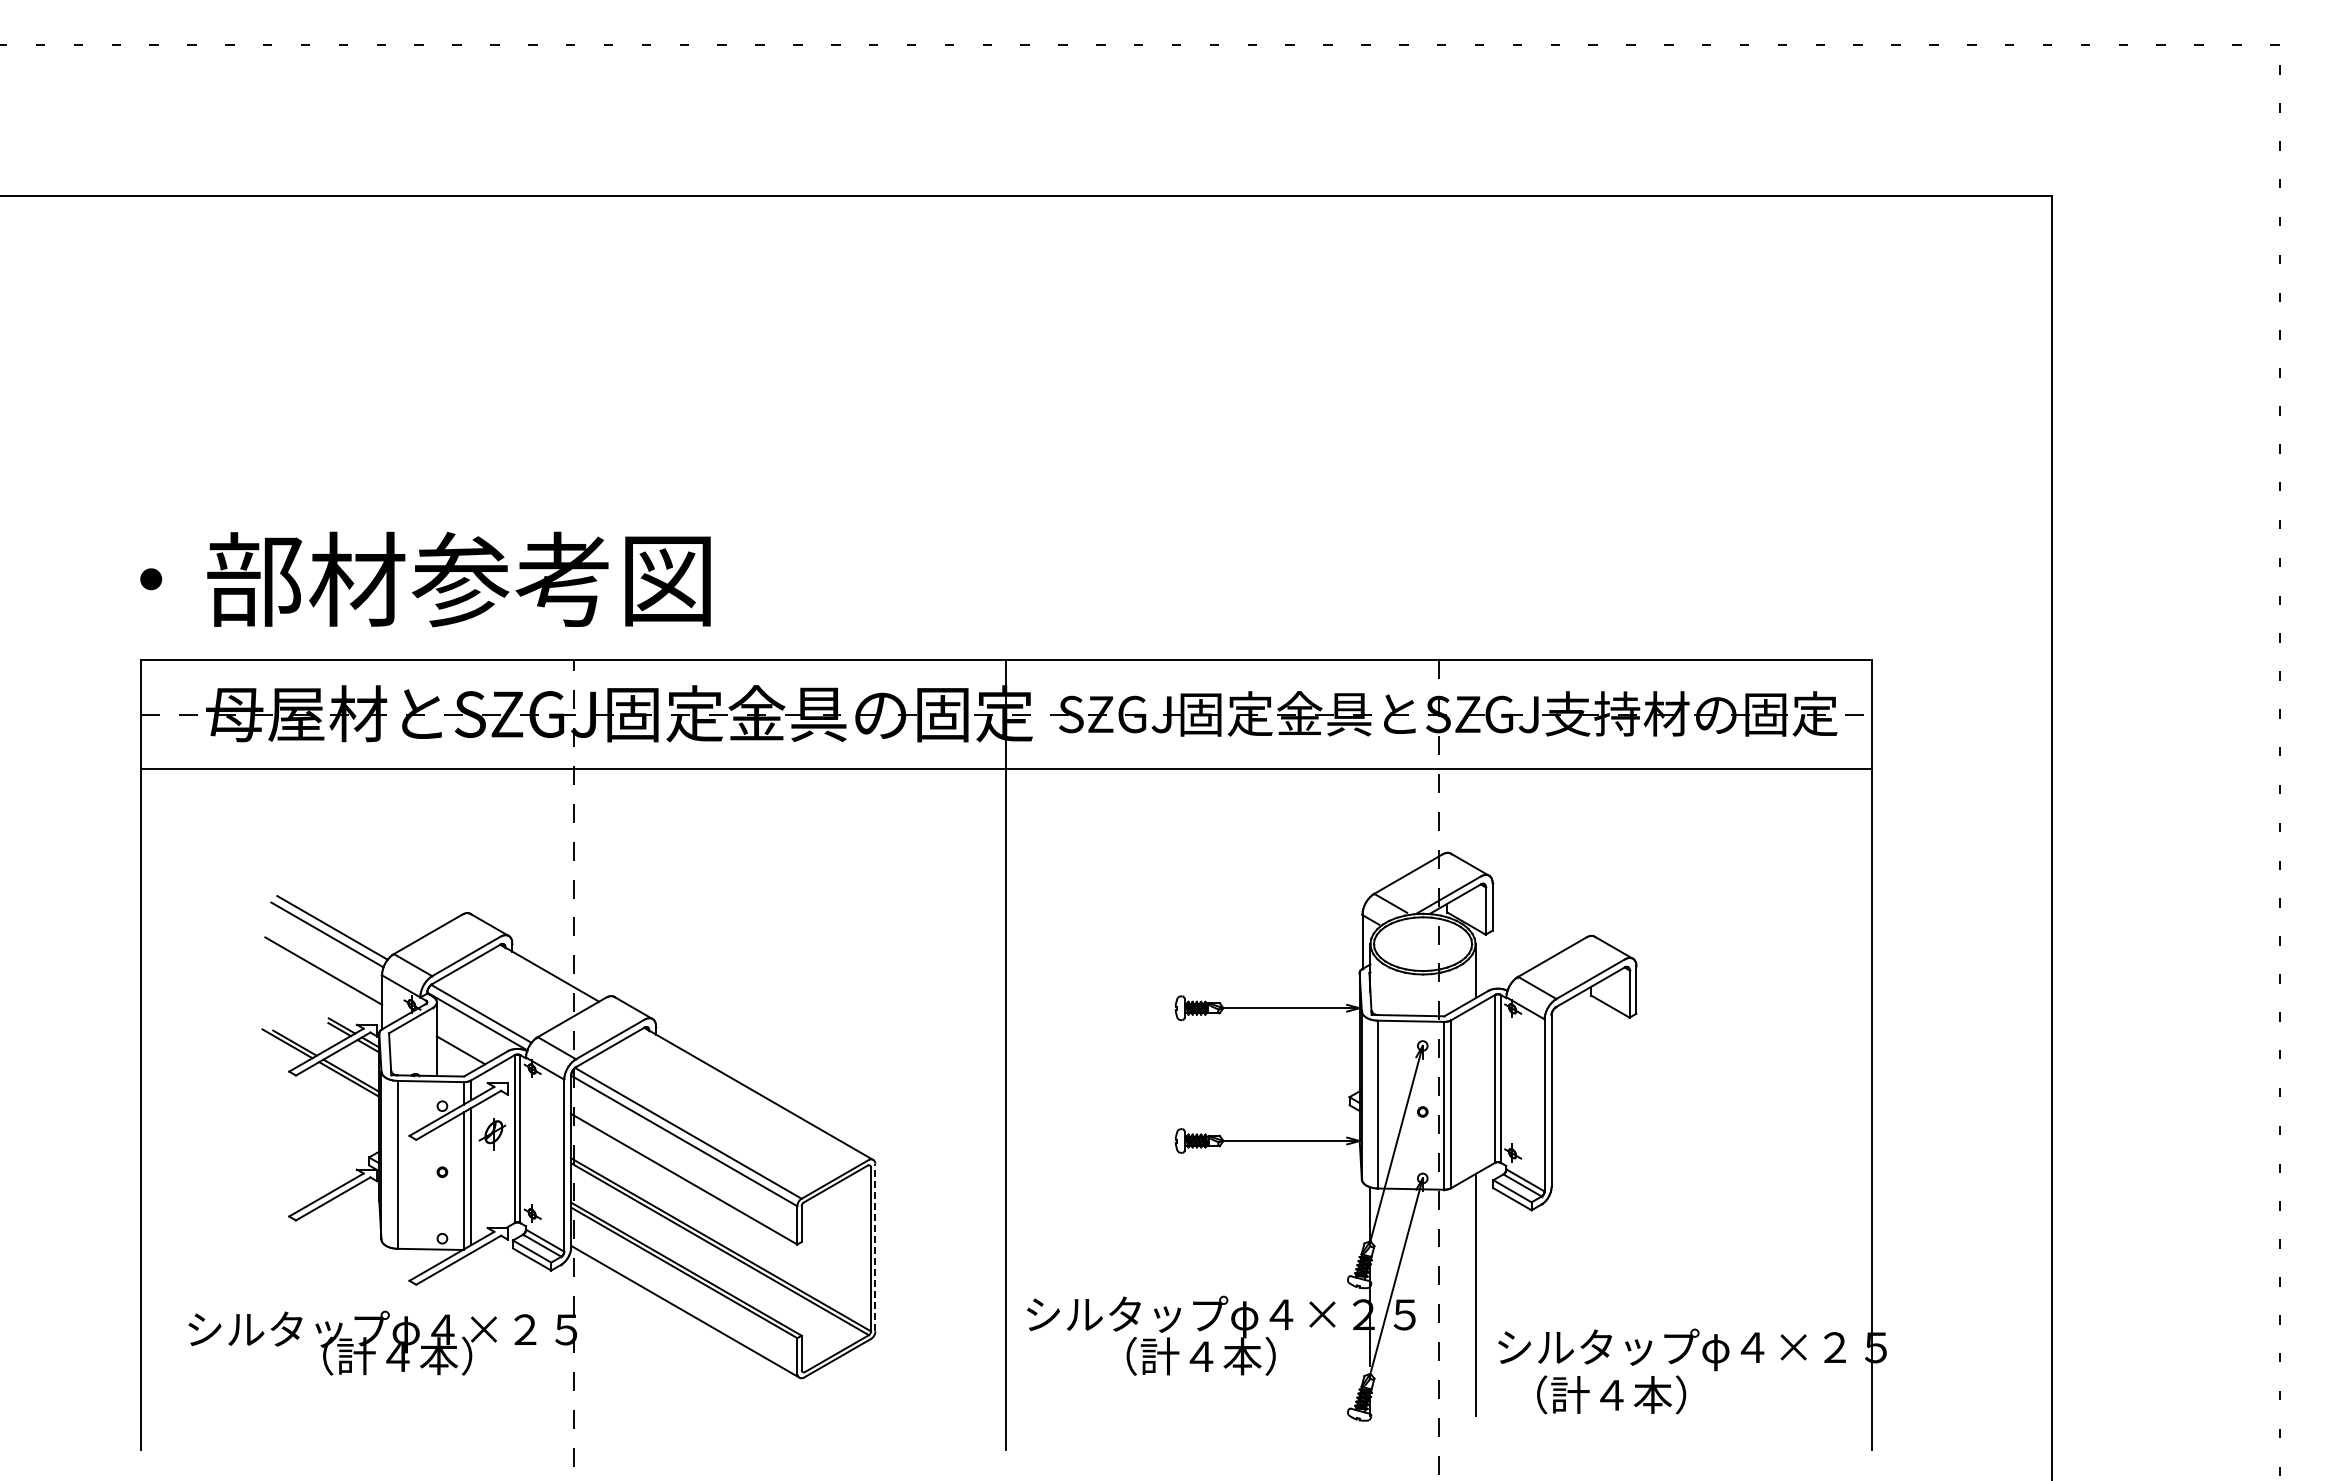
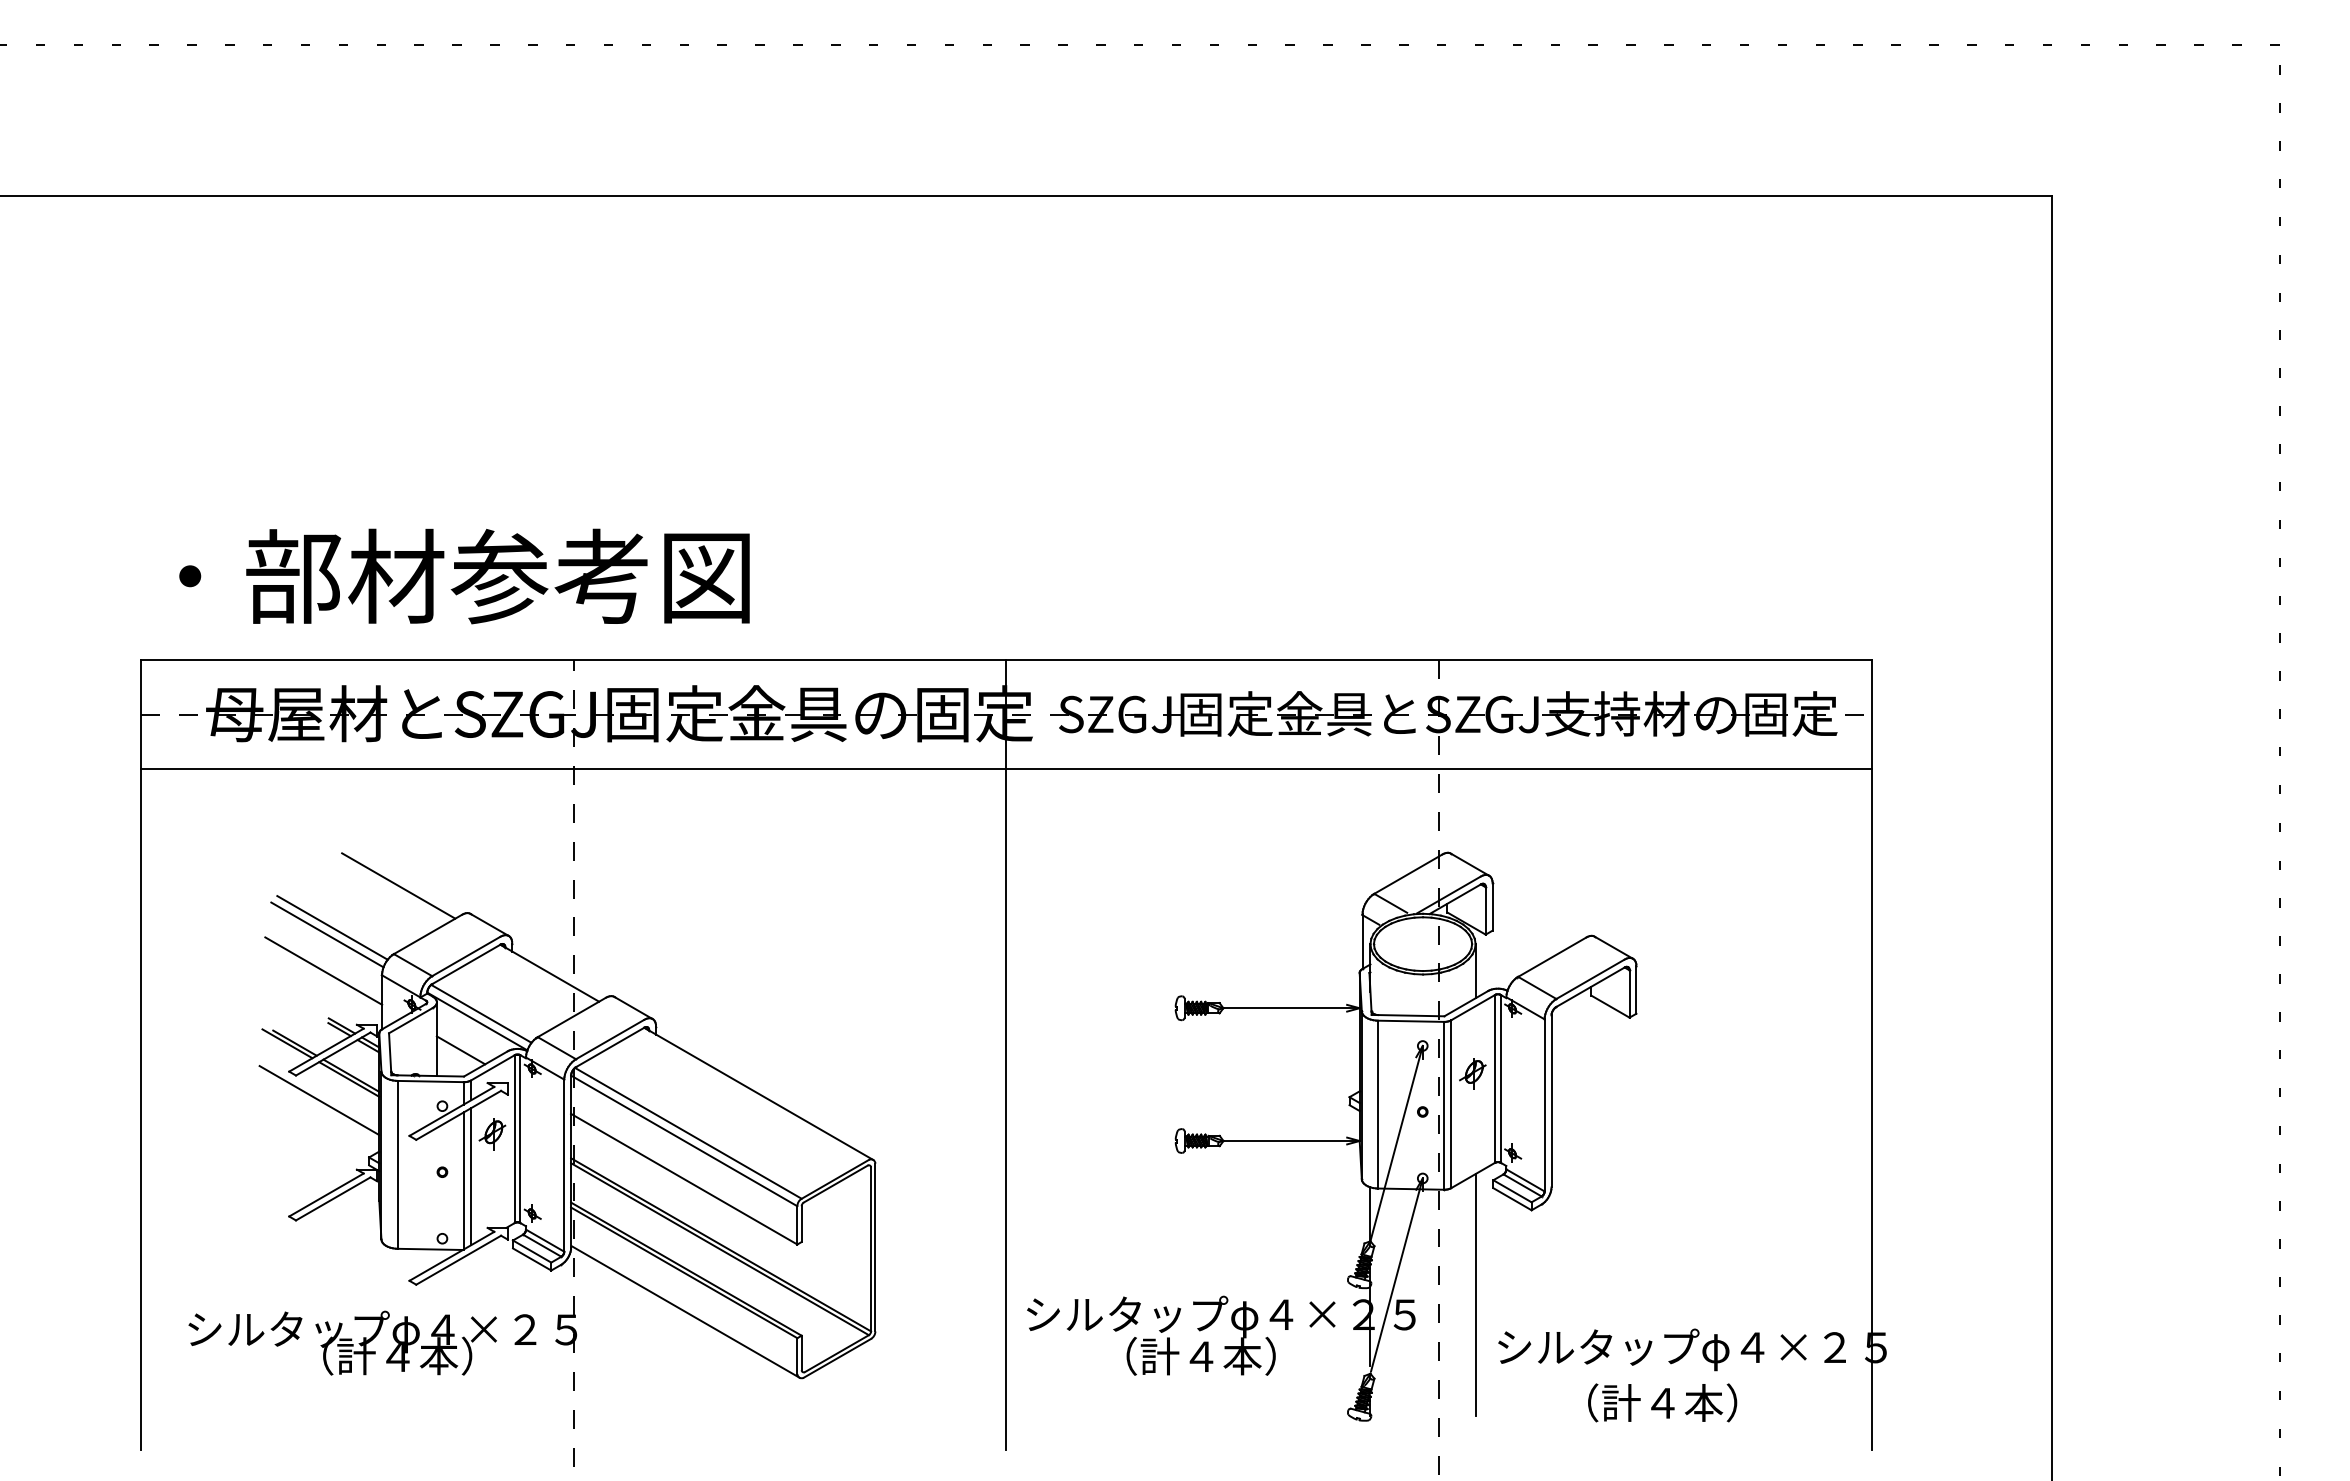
text at (425, 579) position: (425, 579) -> (464, 576)
line at (398, 885): none -> present
part at (1472, 1073): none -> present
line at (319, 1100): none -> present
line at (875, 1247): dashed -> solid
text at (1611, 1394) position: (1611, 1394) -> (1662, 1402)
